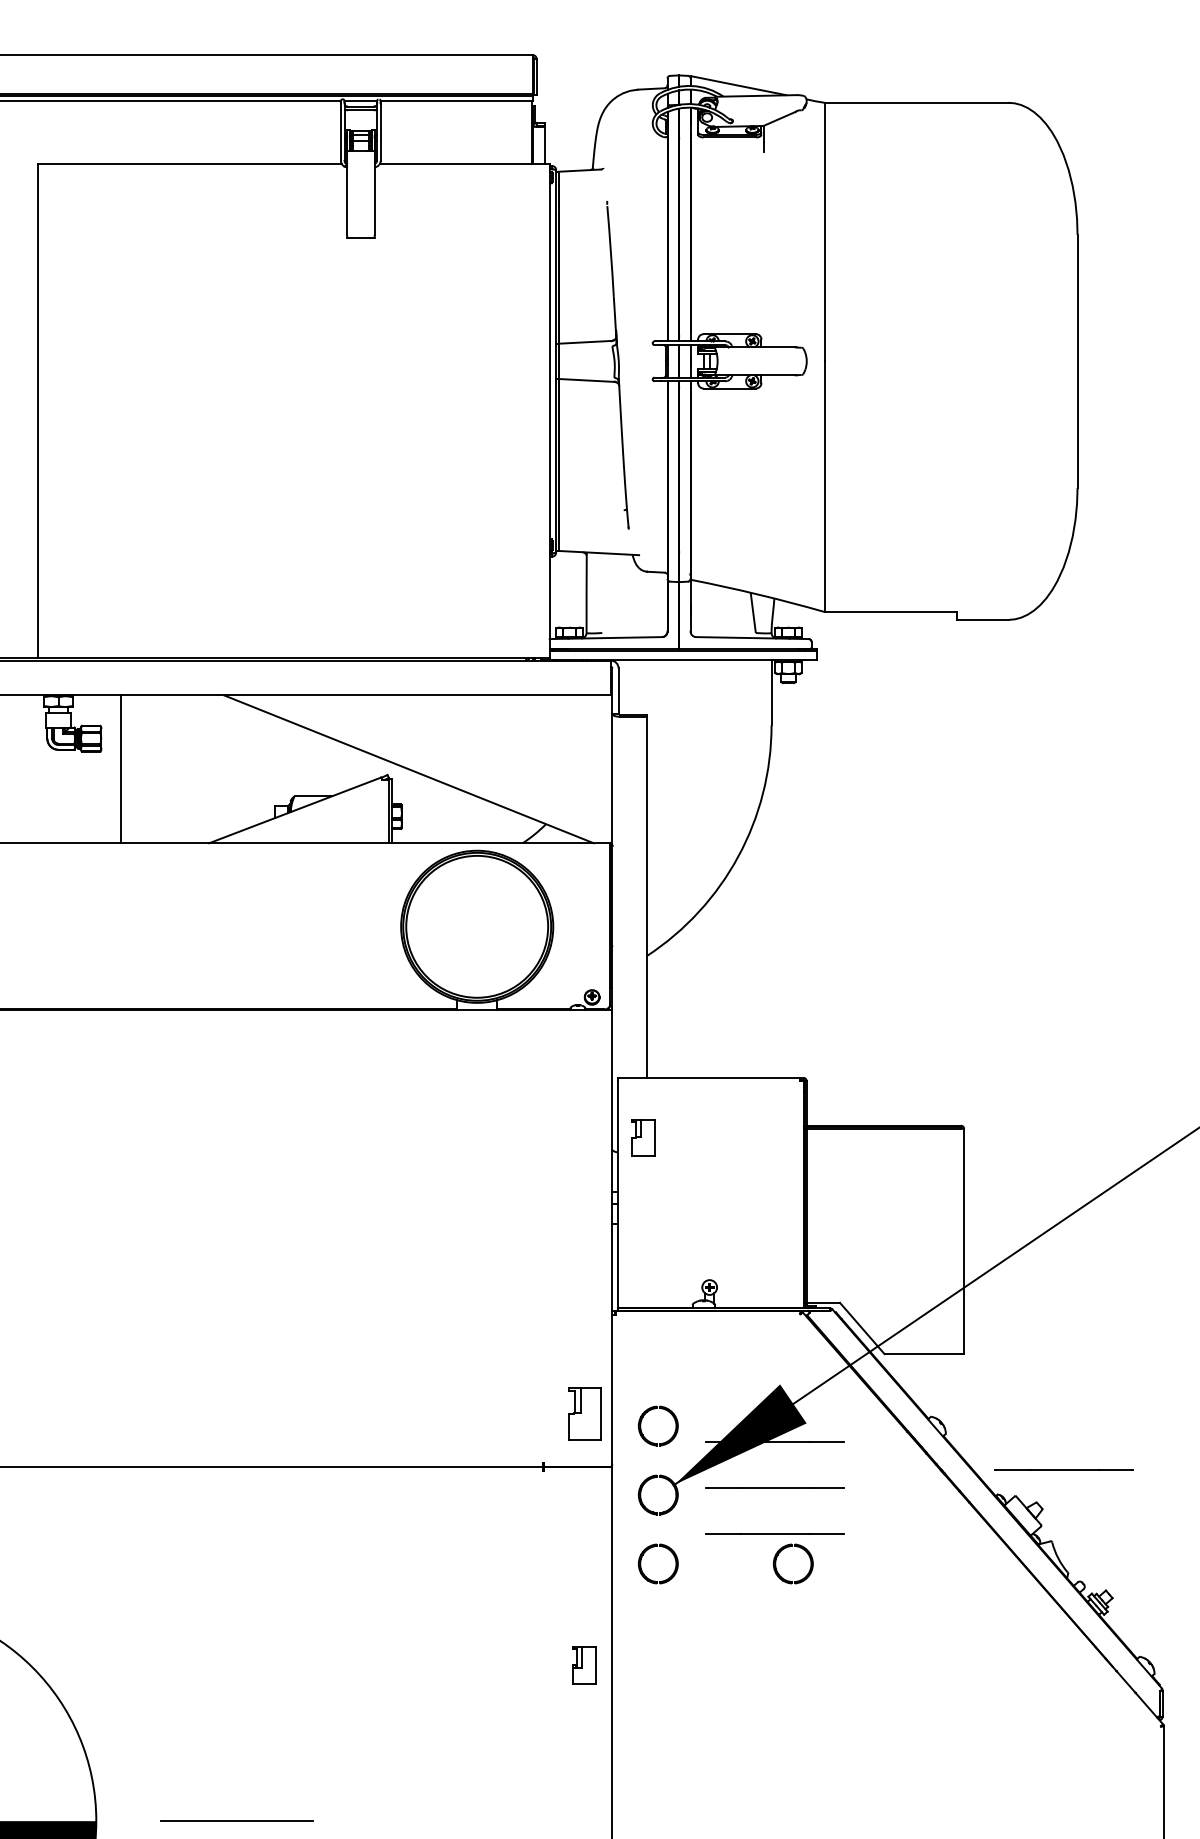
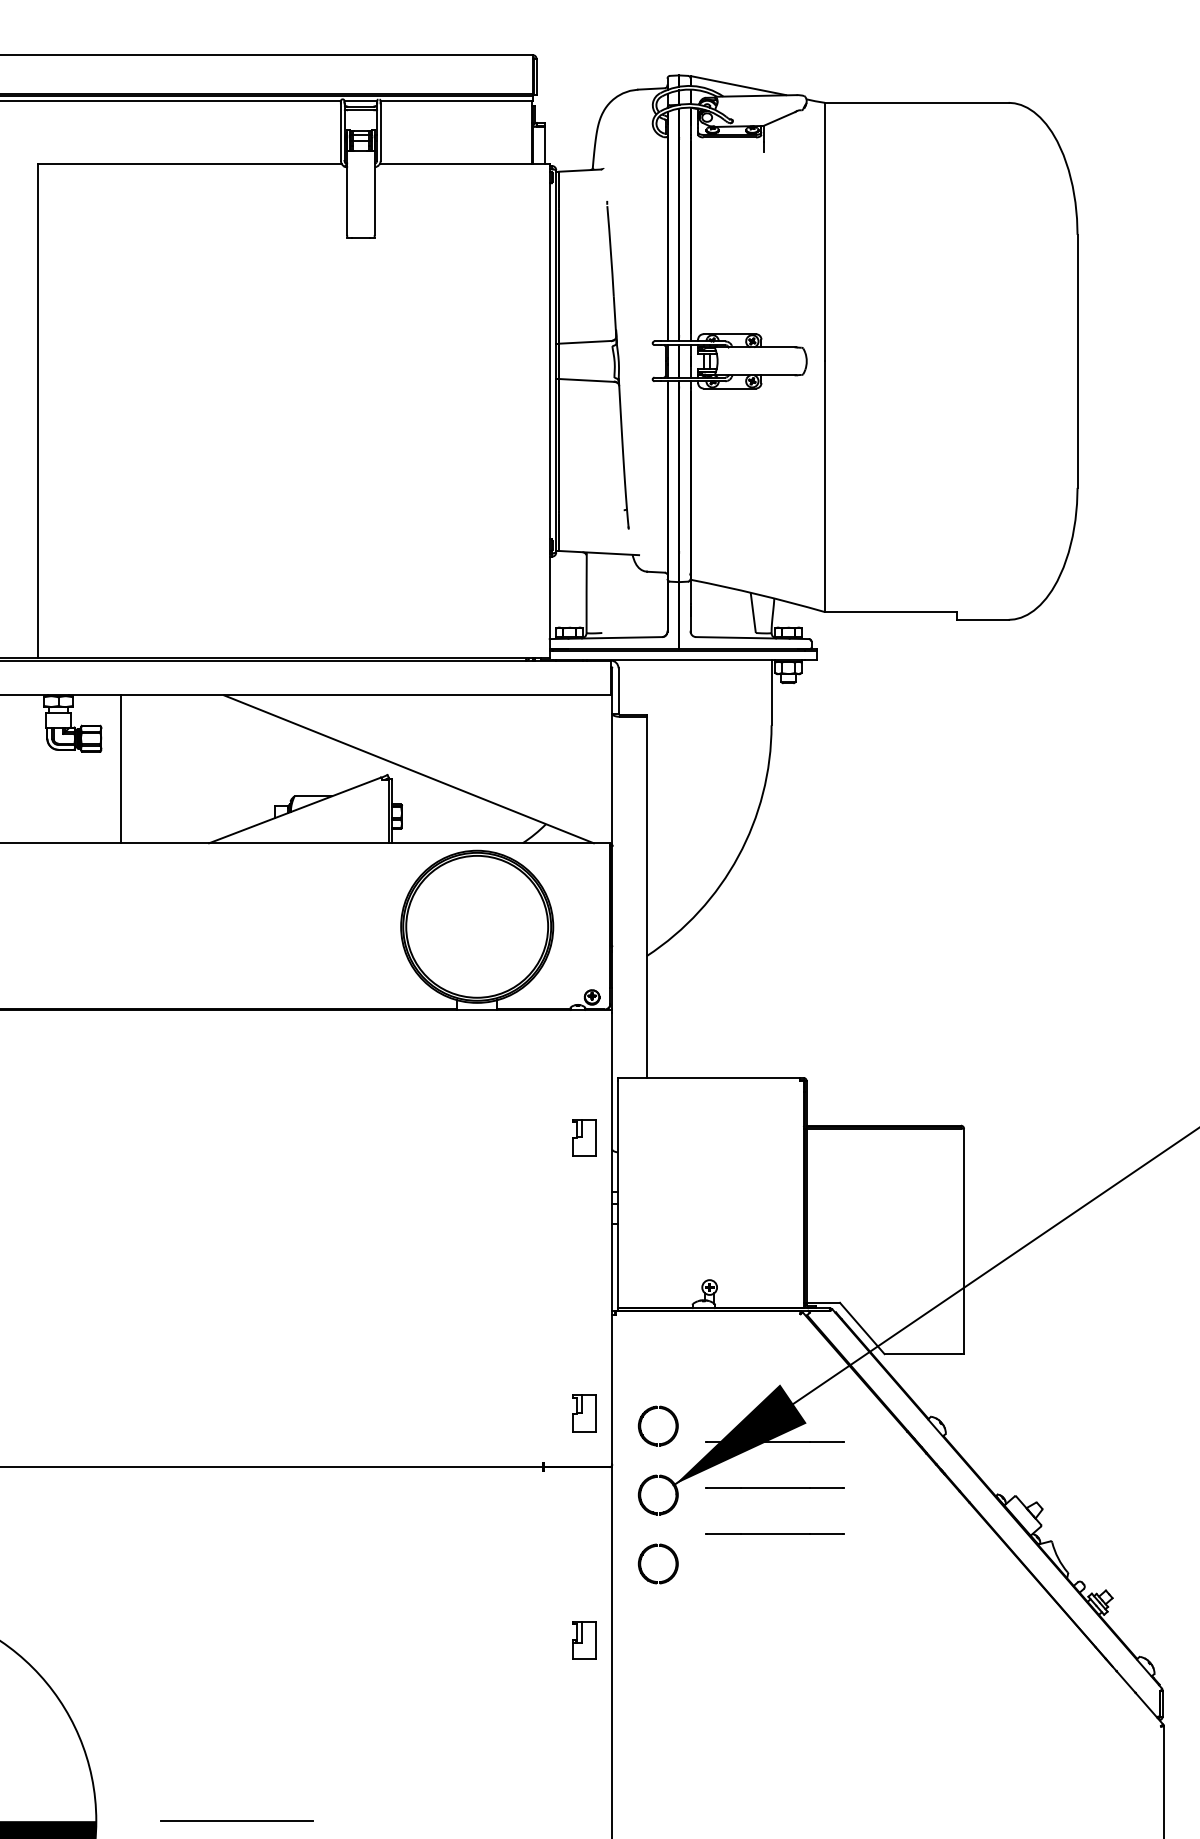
part at (643, 1137) position: (643, 1137) -> (584, 1137)
part at (584, 1413) size: 34x54 px -> 25x39 px
line at (1063, 1469): present -> none
part at (779, 1554): present -> none
part at (584, 1665) position: (584, 1665) -> (584, 1640)
